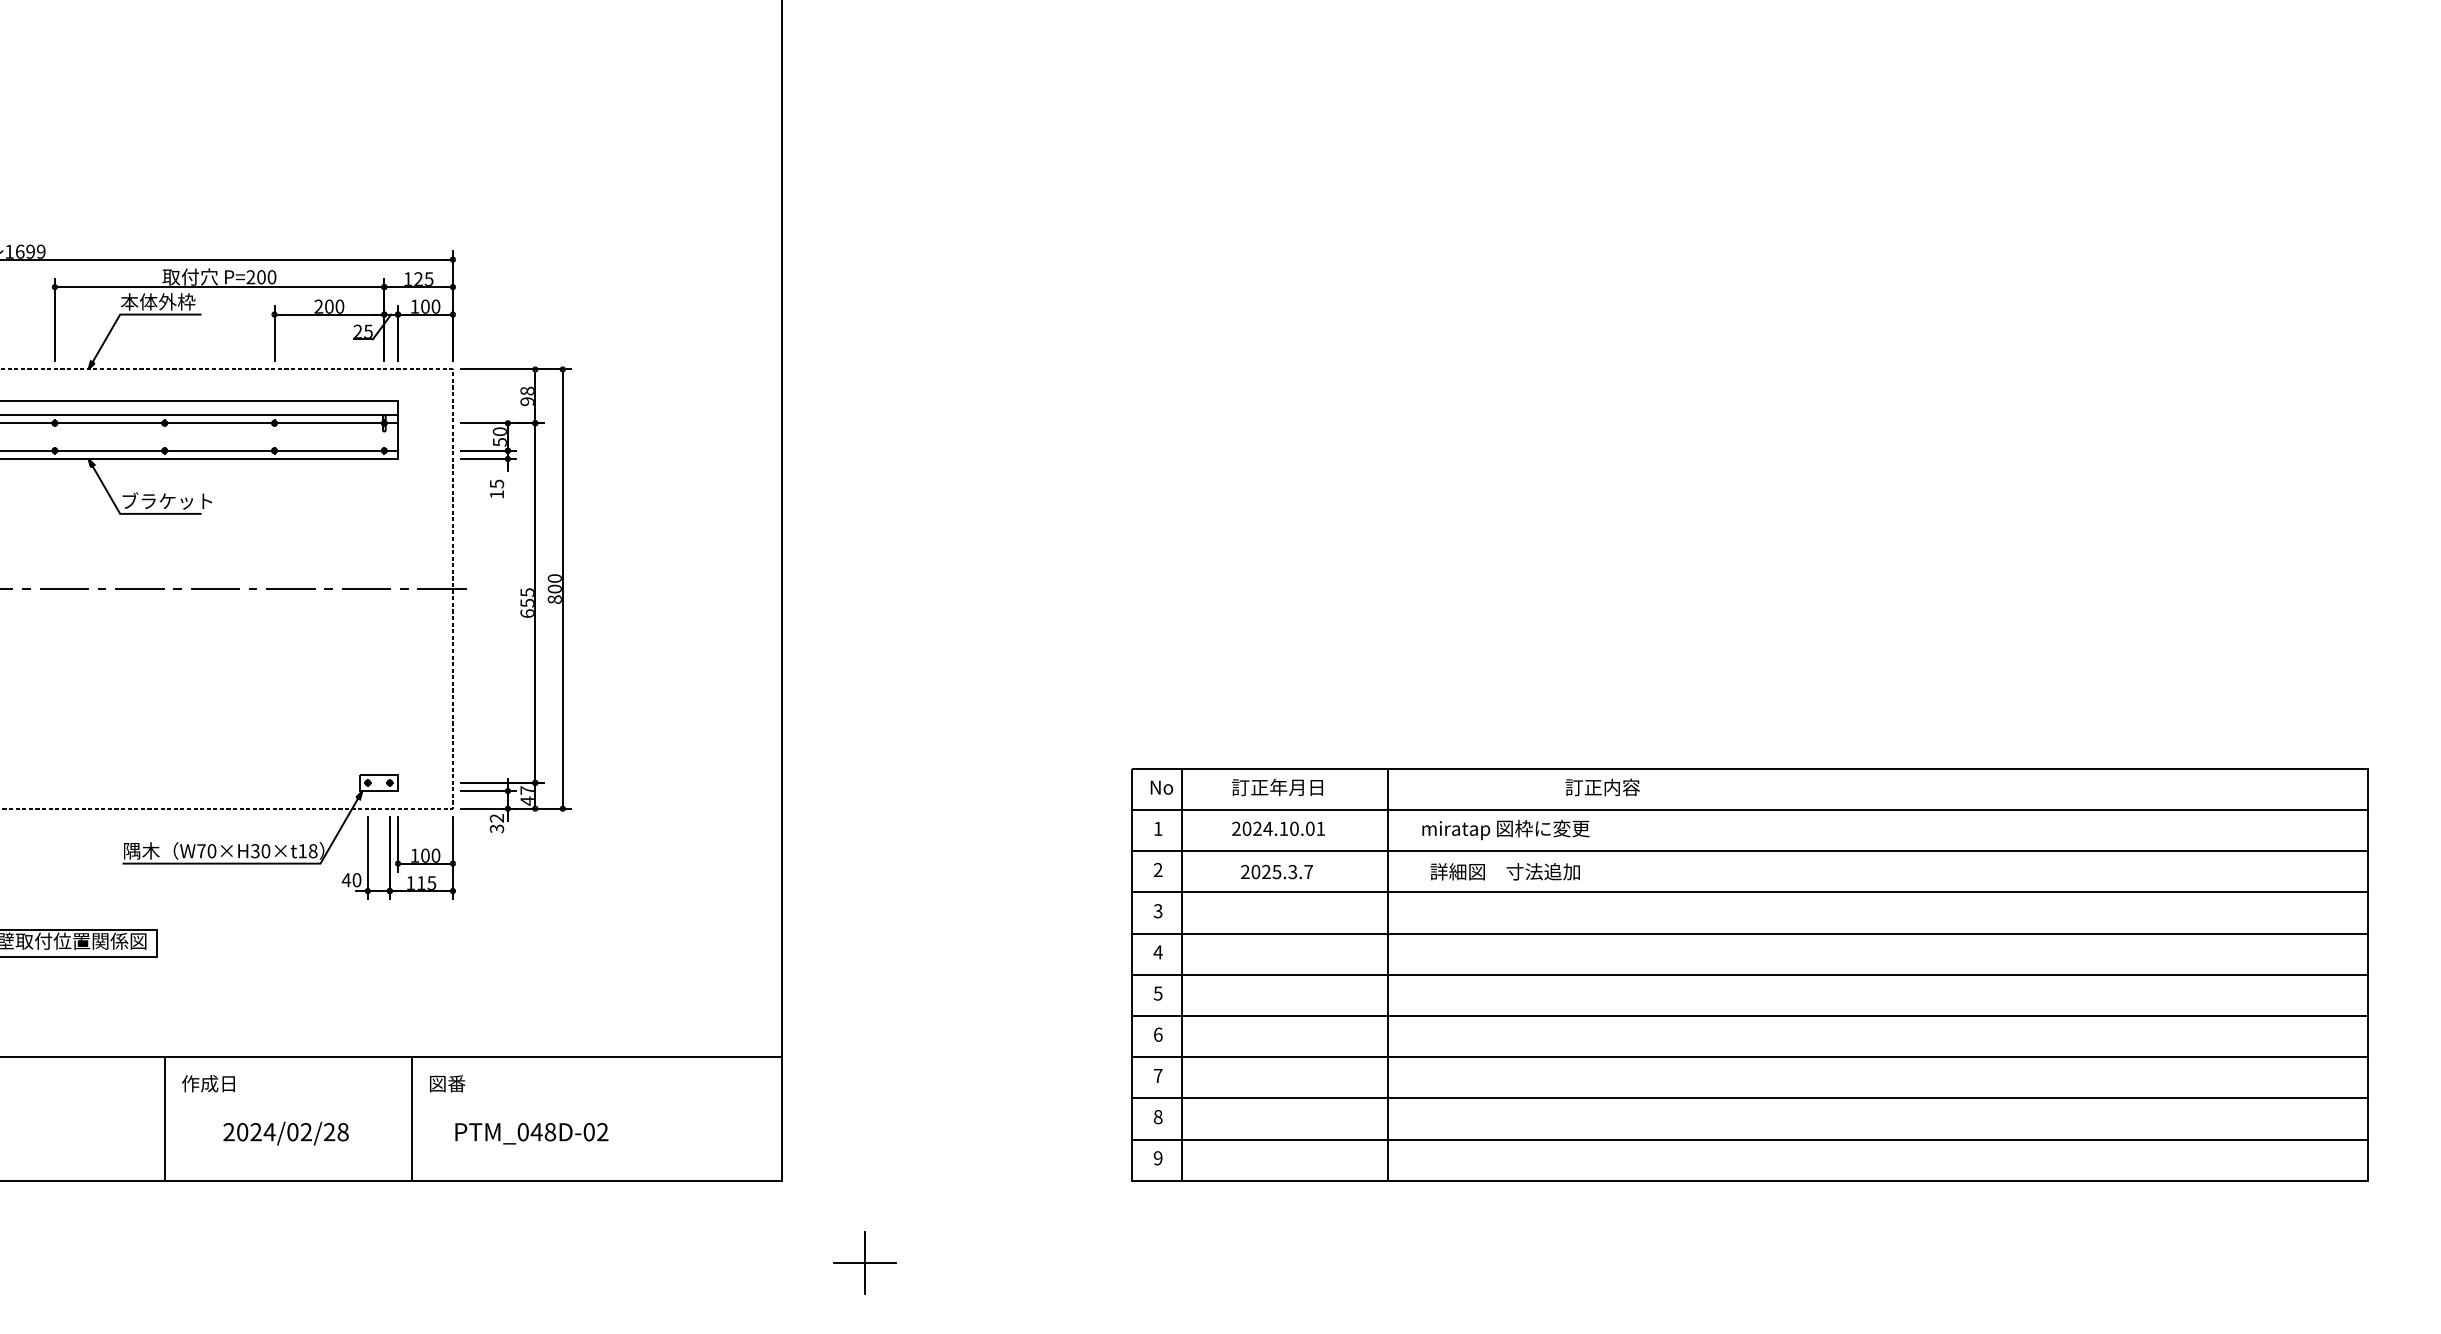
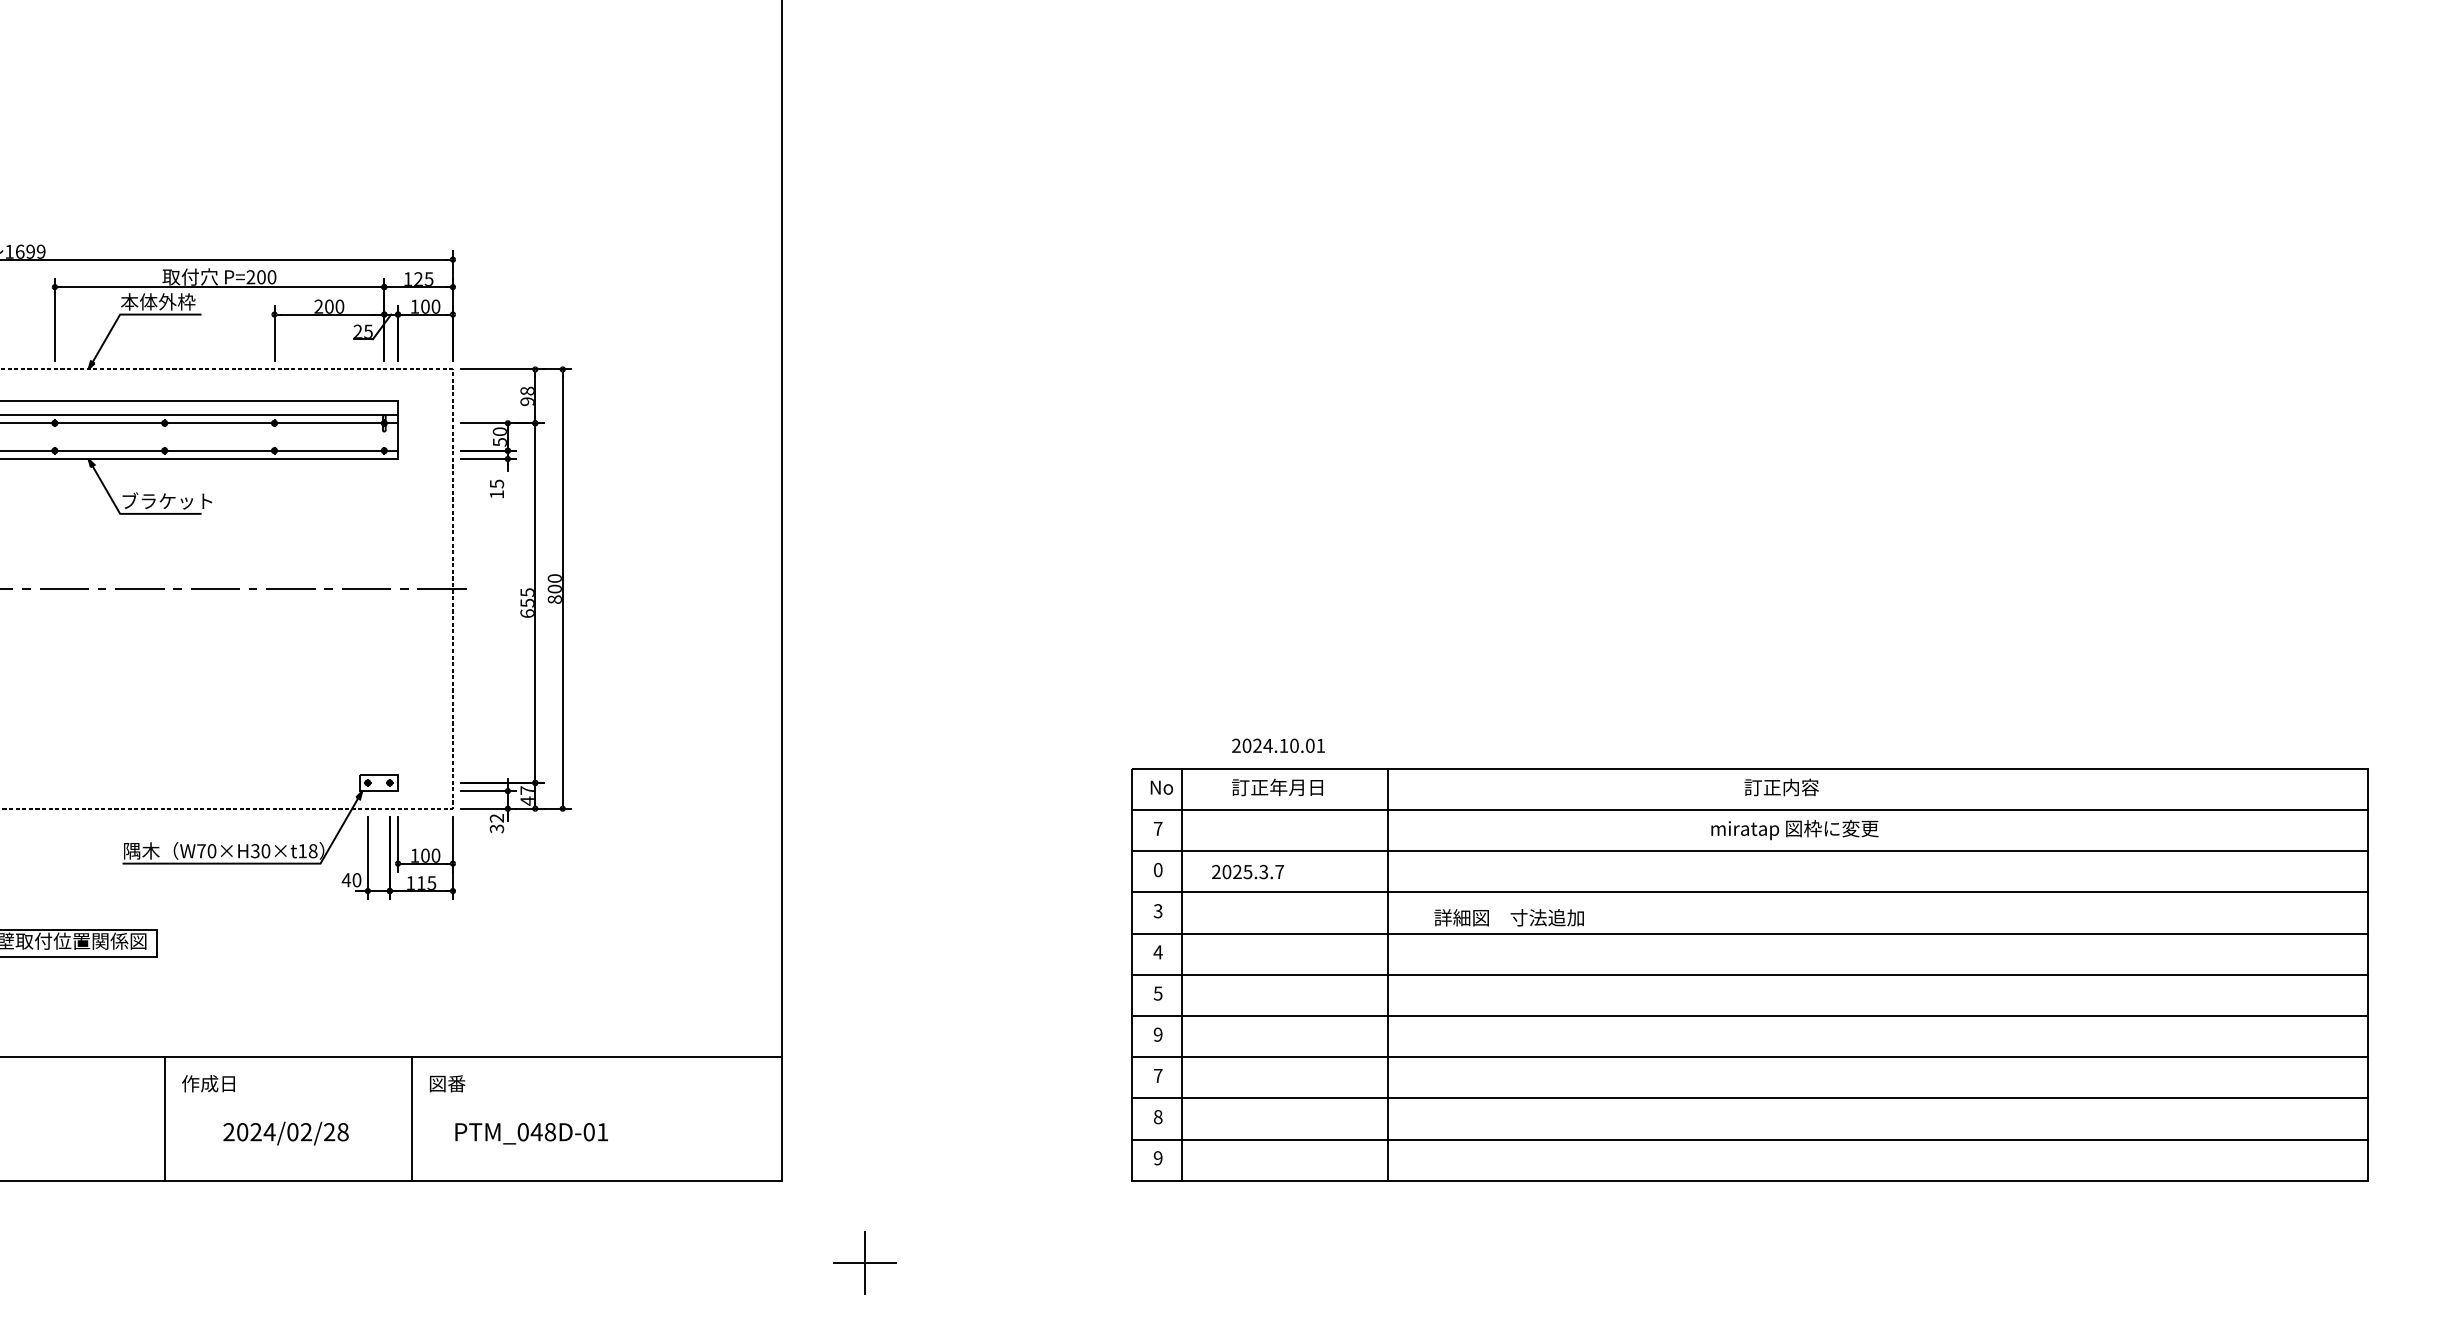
text at (1602, 787) position: (1602, 787) -> (1781, 787)
text at (1158, 828): 1 -> 7
text at (1278, 828) position: (1278, 828) -> (1278, 745)
text at (1505, 830) position: (1505, 830) -> (1794, 830)
text at (1157, 870): 2 -> 0
text at (1276, 871) position: (1276, 871) -> (1247, 871)
text at (1504, 871) position: (1504, 871) -> (1508, 917)
text at (1157, 1034): 6 -> 9
text at (602, 1132): PTM_048D-02 -> PTM_048D-01
